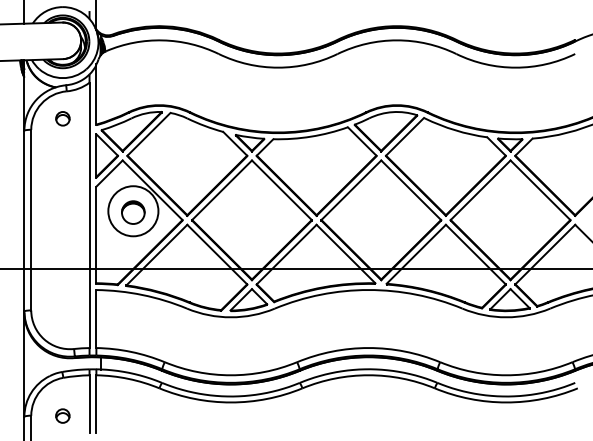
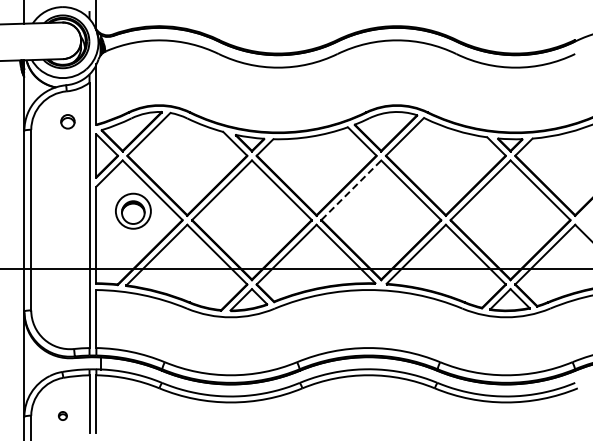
part at (62, 118) position: (62, 118) -> (67, 121)
line at (351, 189): solid -> dashed
circle at (133, 211) diameter: 50 px -> 35 px
part at (62, 415) size: 16x16 px -> 10x10 px
